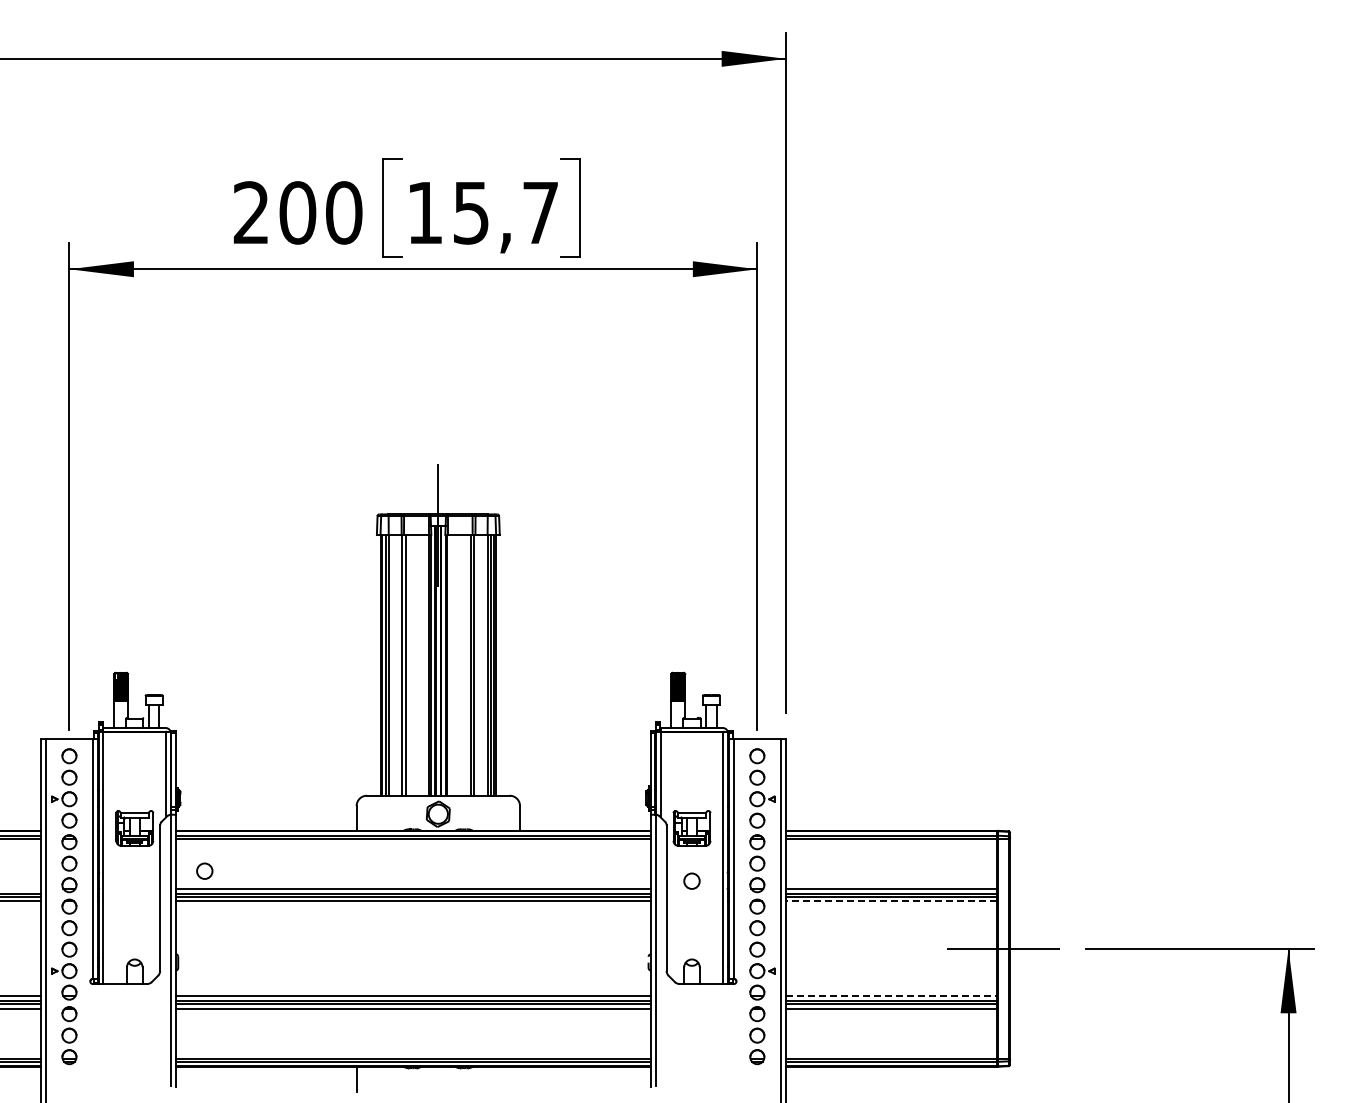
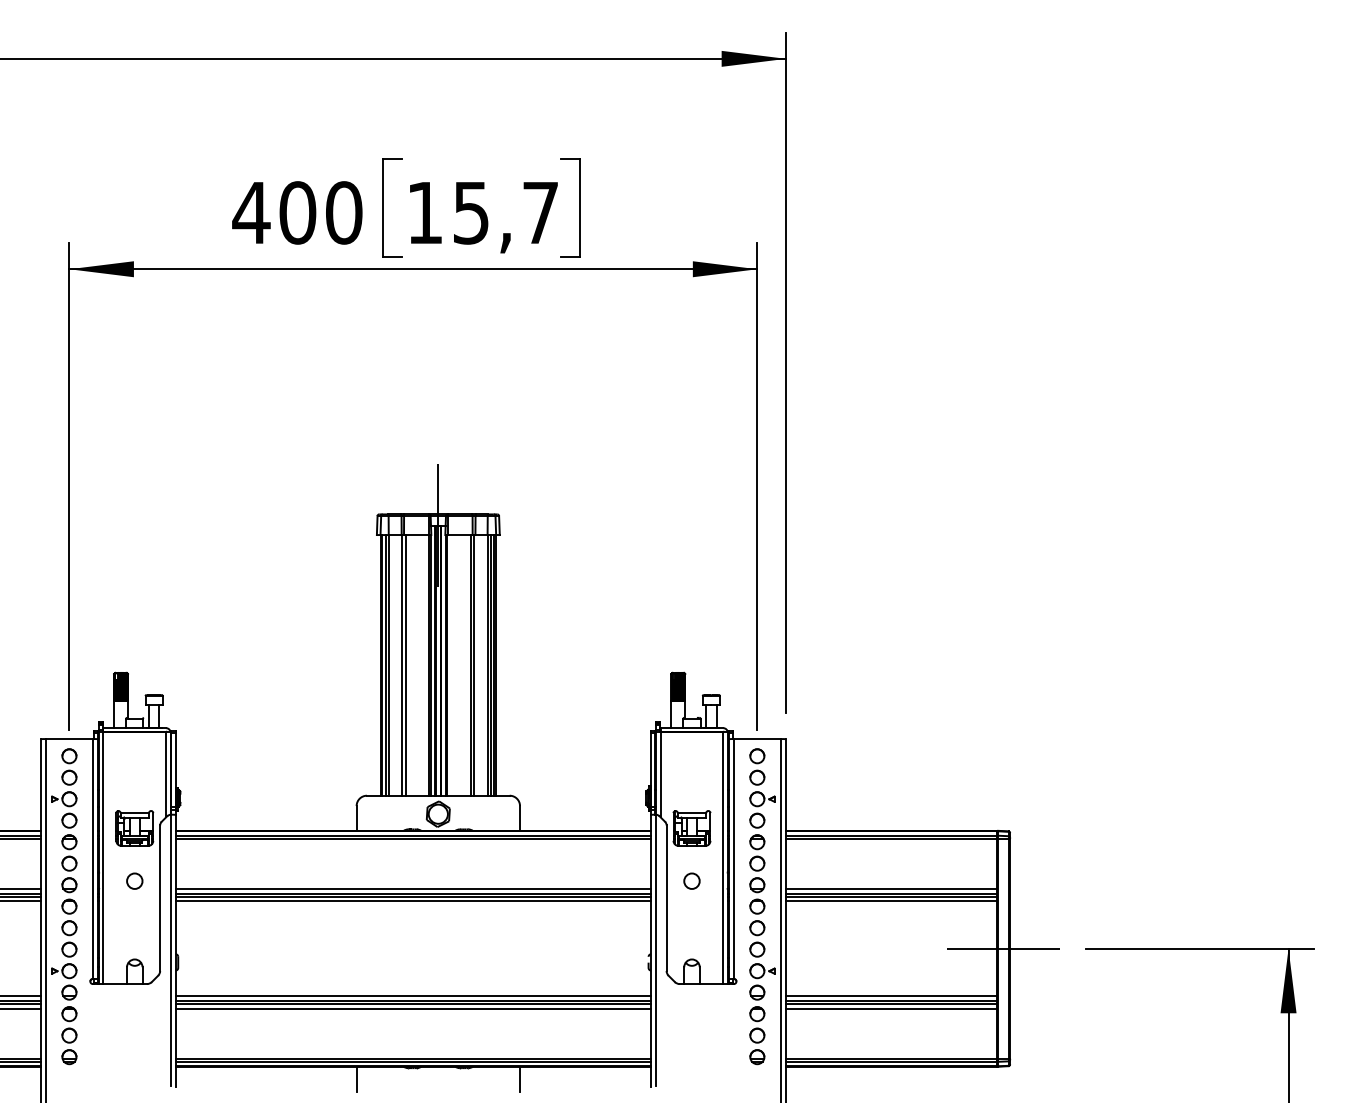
text at (251, 212): 200 -> 400
circle at (204, 870) position: (204, 870) -> (134, 880)
line at (21, 889): none -> present
line at (891, 901): dashed -> solid
line at (891, 996): dashed -> solid
line at (520, 1078): none -> present
